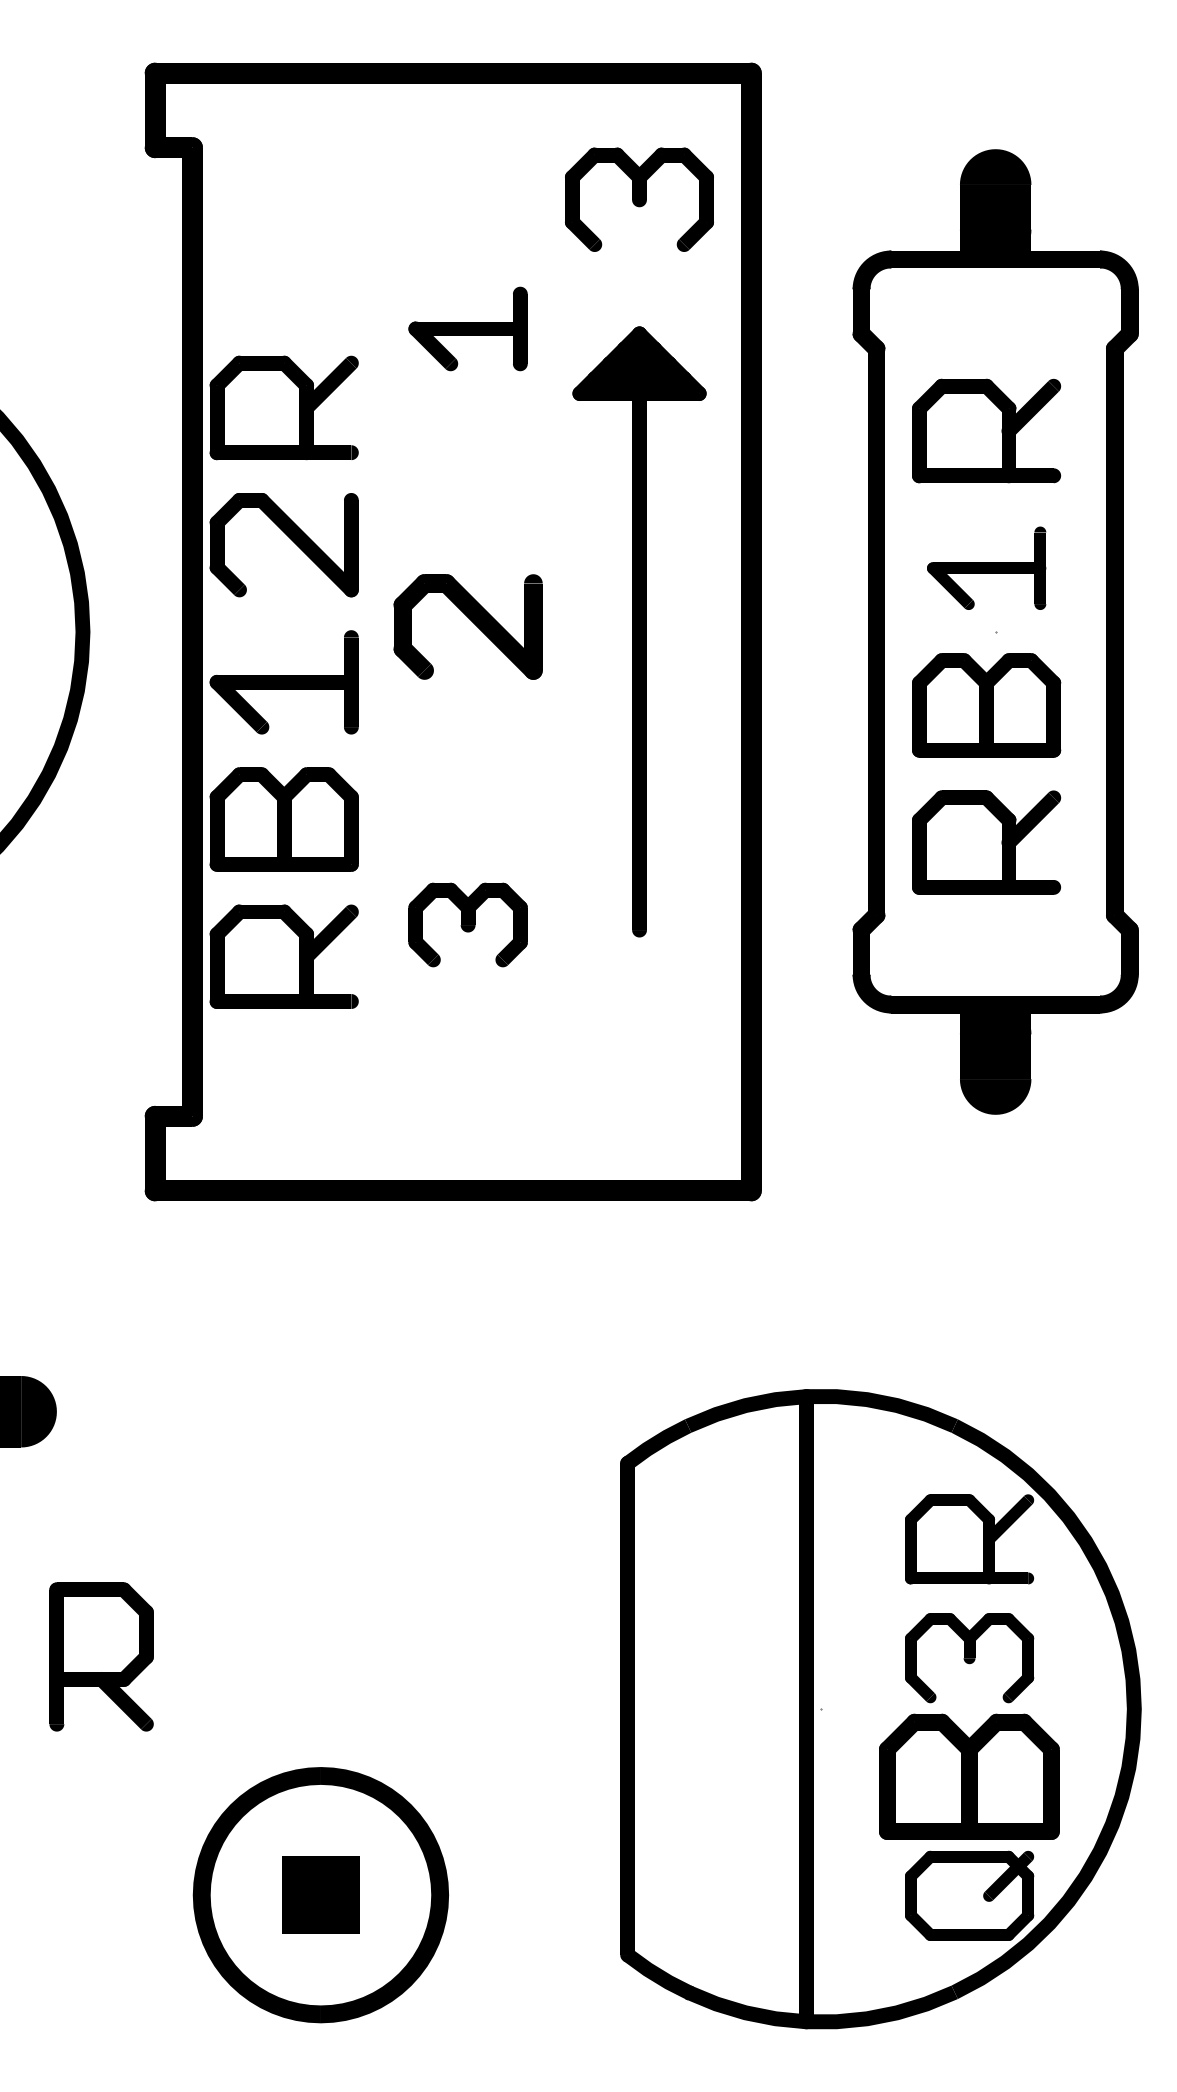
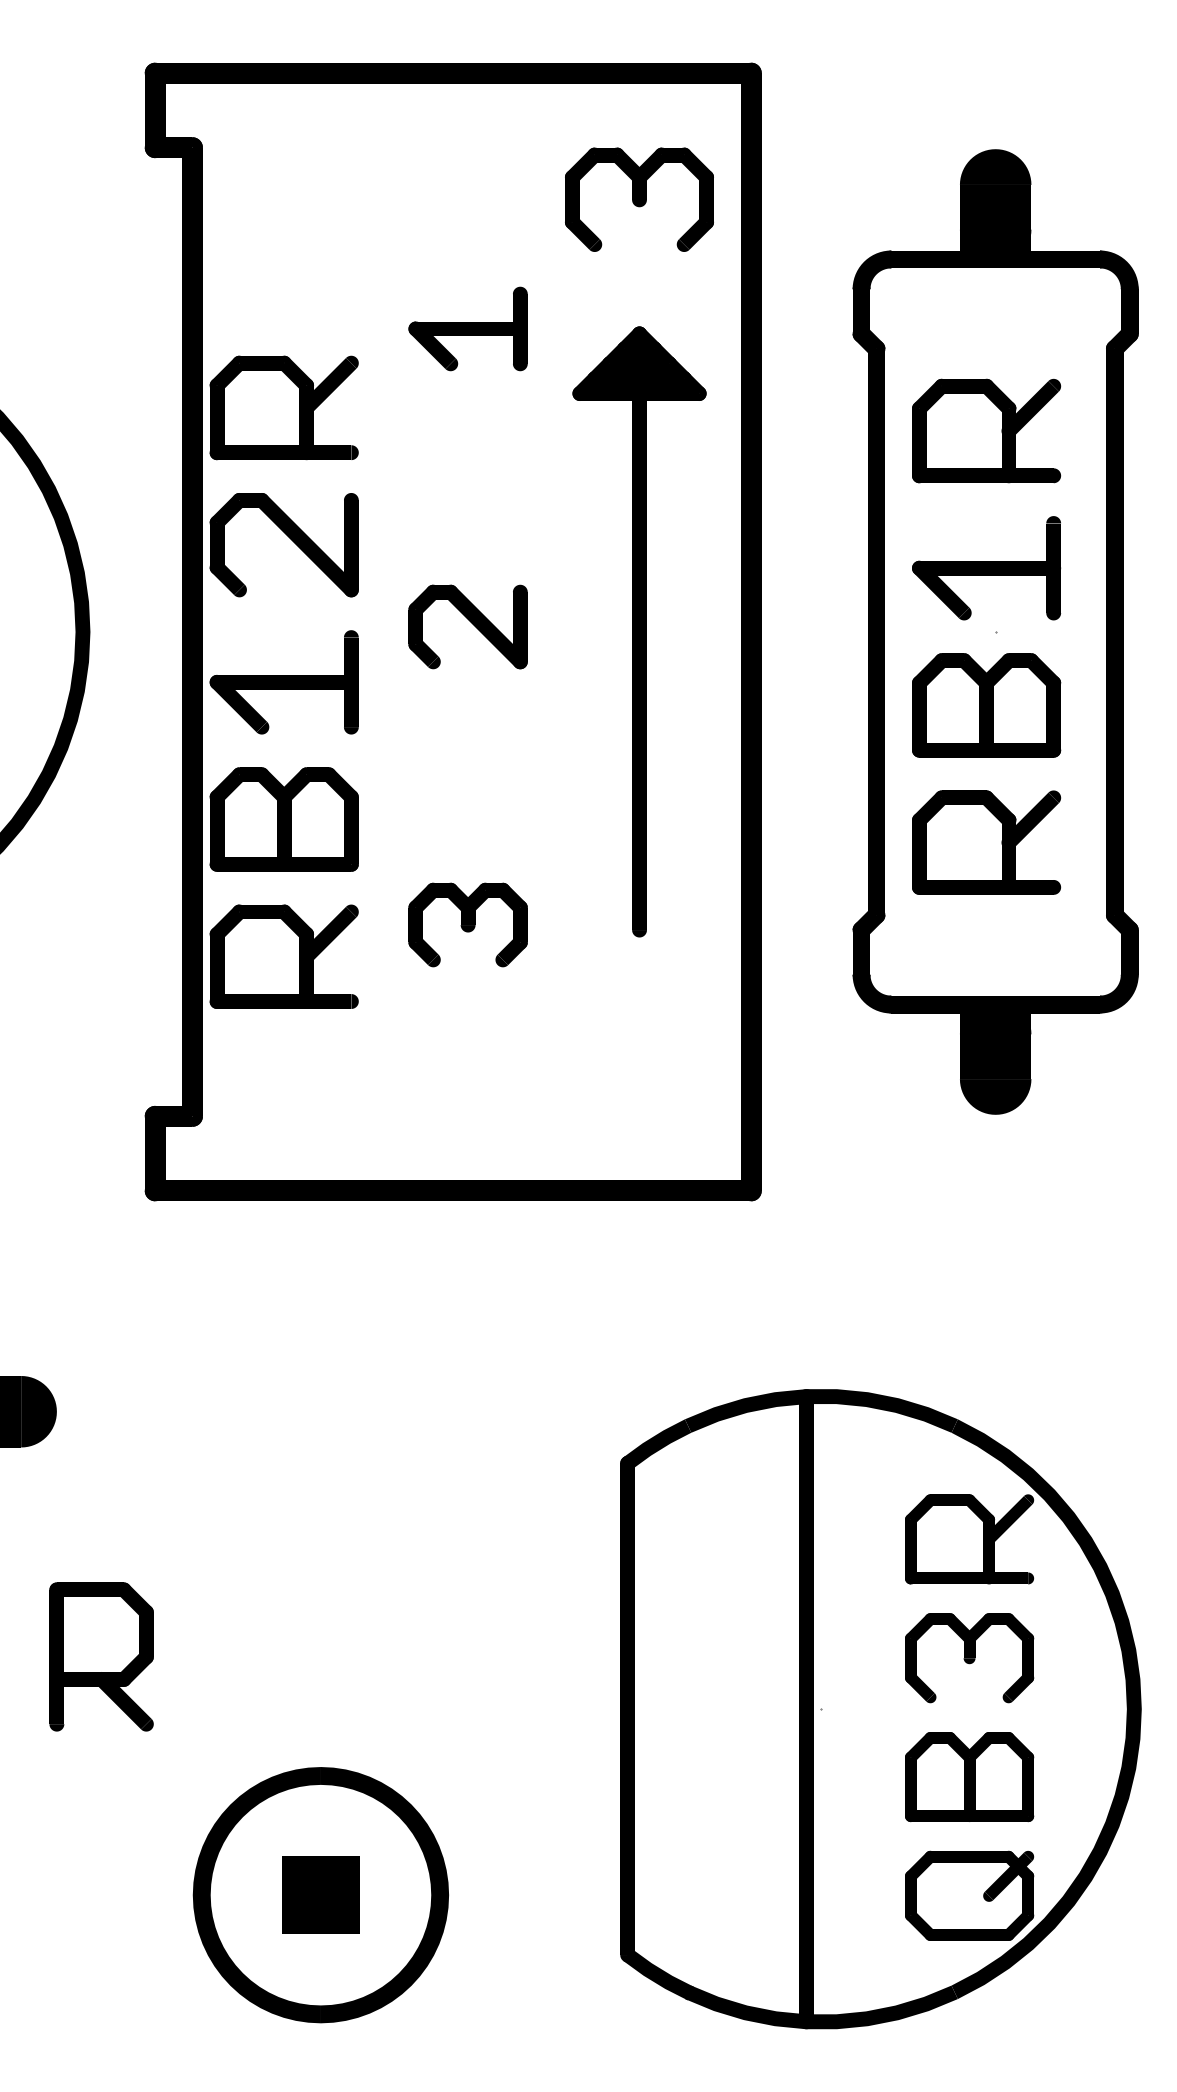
part at (986, 567) size: 120x84 px -> 150x105 px
part at (467, 626) size: 150x106 px -> 120x86 px
part at (969, 1776) size: 181x127 px -> 130x91 px
